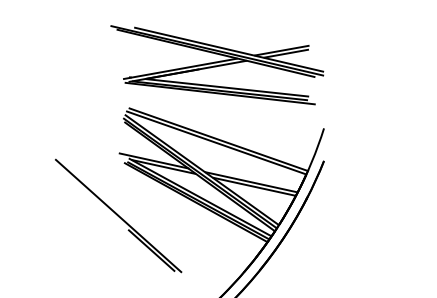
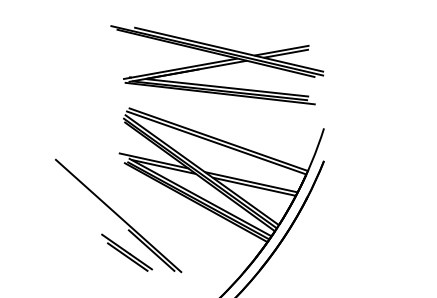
part at (126, 252): none -> present
